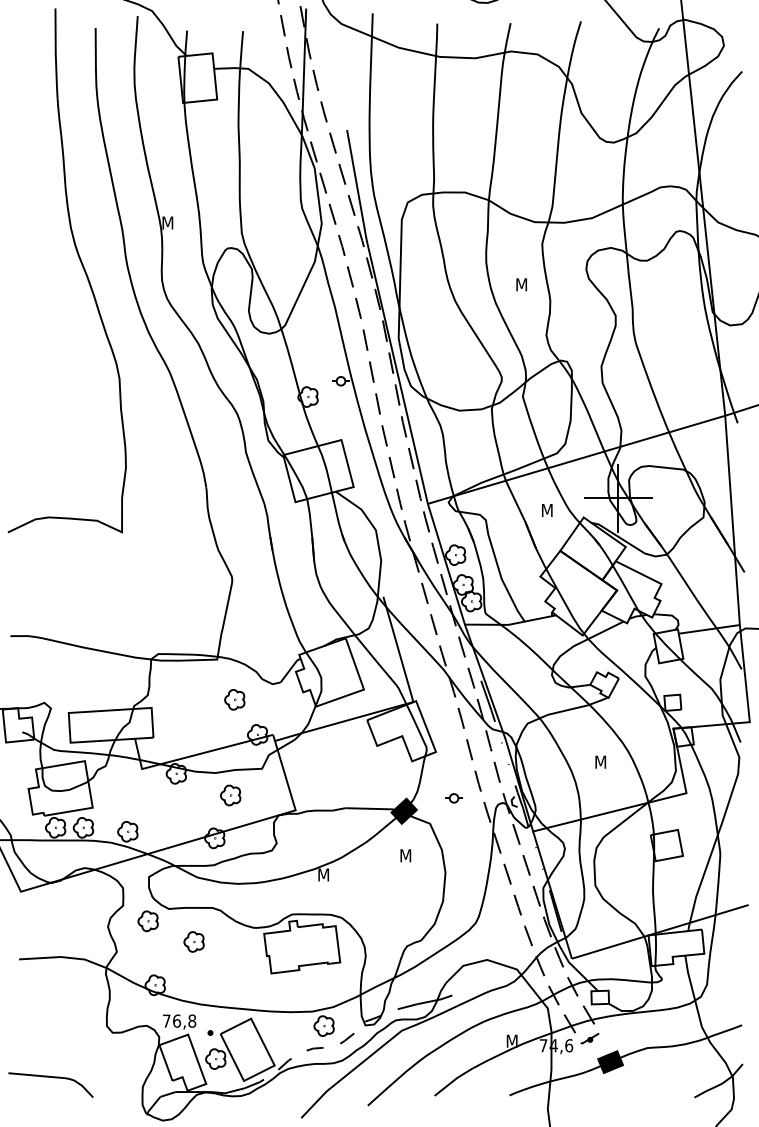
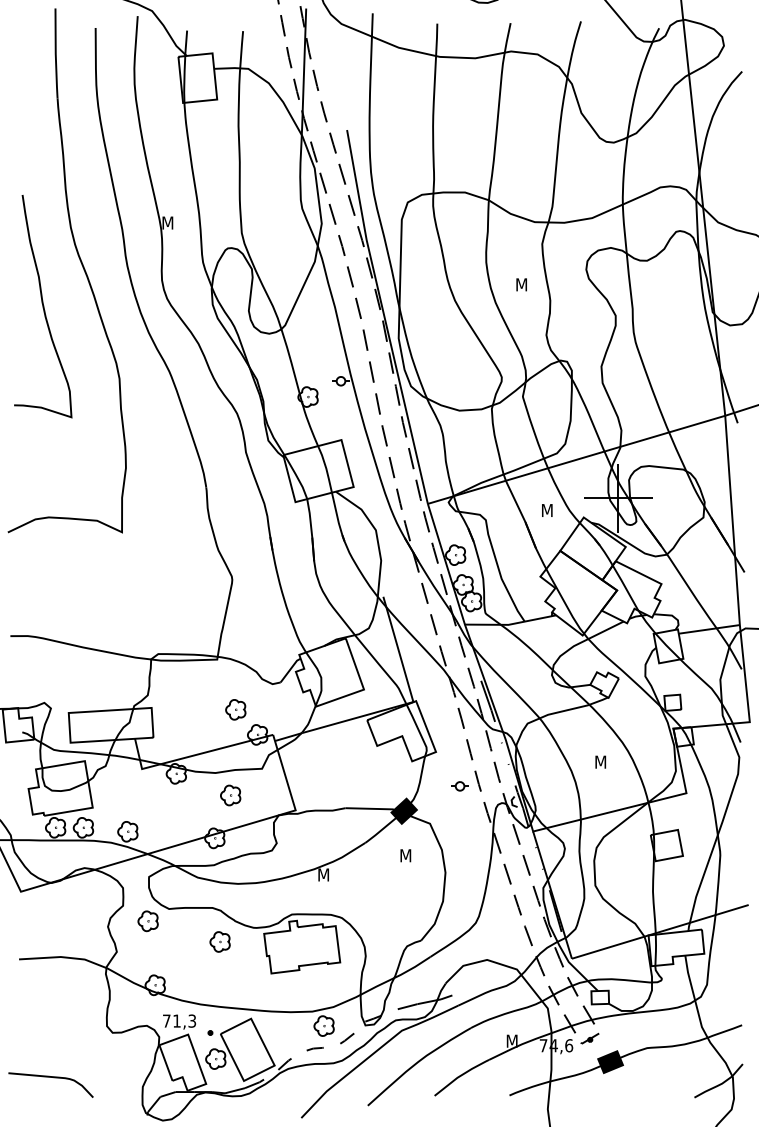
curve at (43, 306): none -> present
part at (234, 699) position: (234, 699) -> (235, 709)
part at (453, 798) position: (453, 798) -> (459, 786)
part at (193, 941) position: (193, 941) -> (219, 941)
text at (184, 1020): 76,8 -> 71,3
